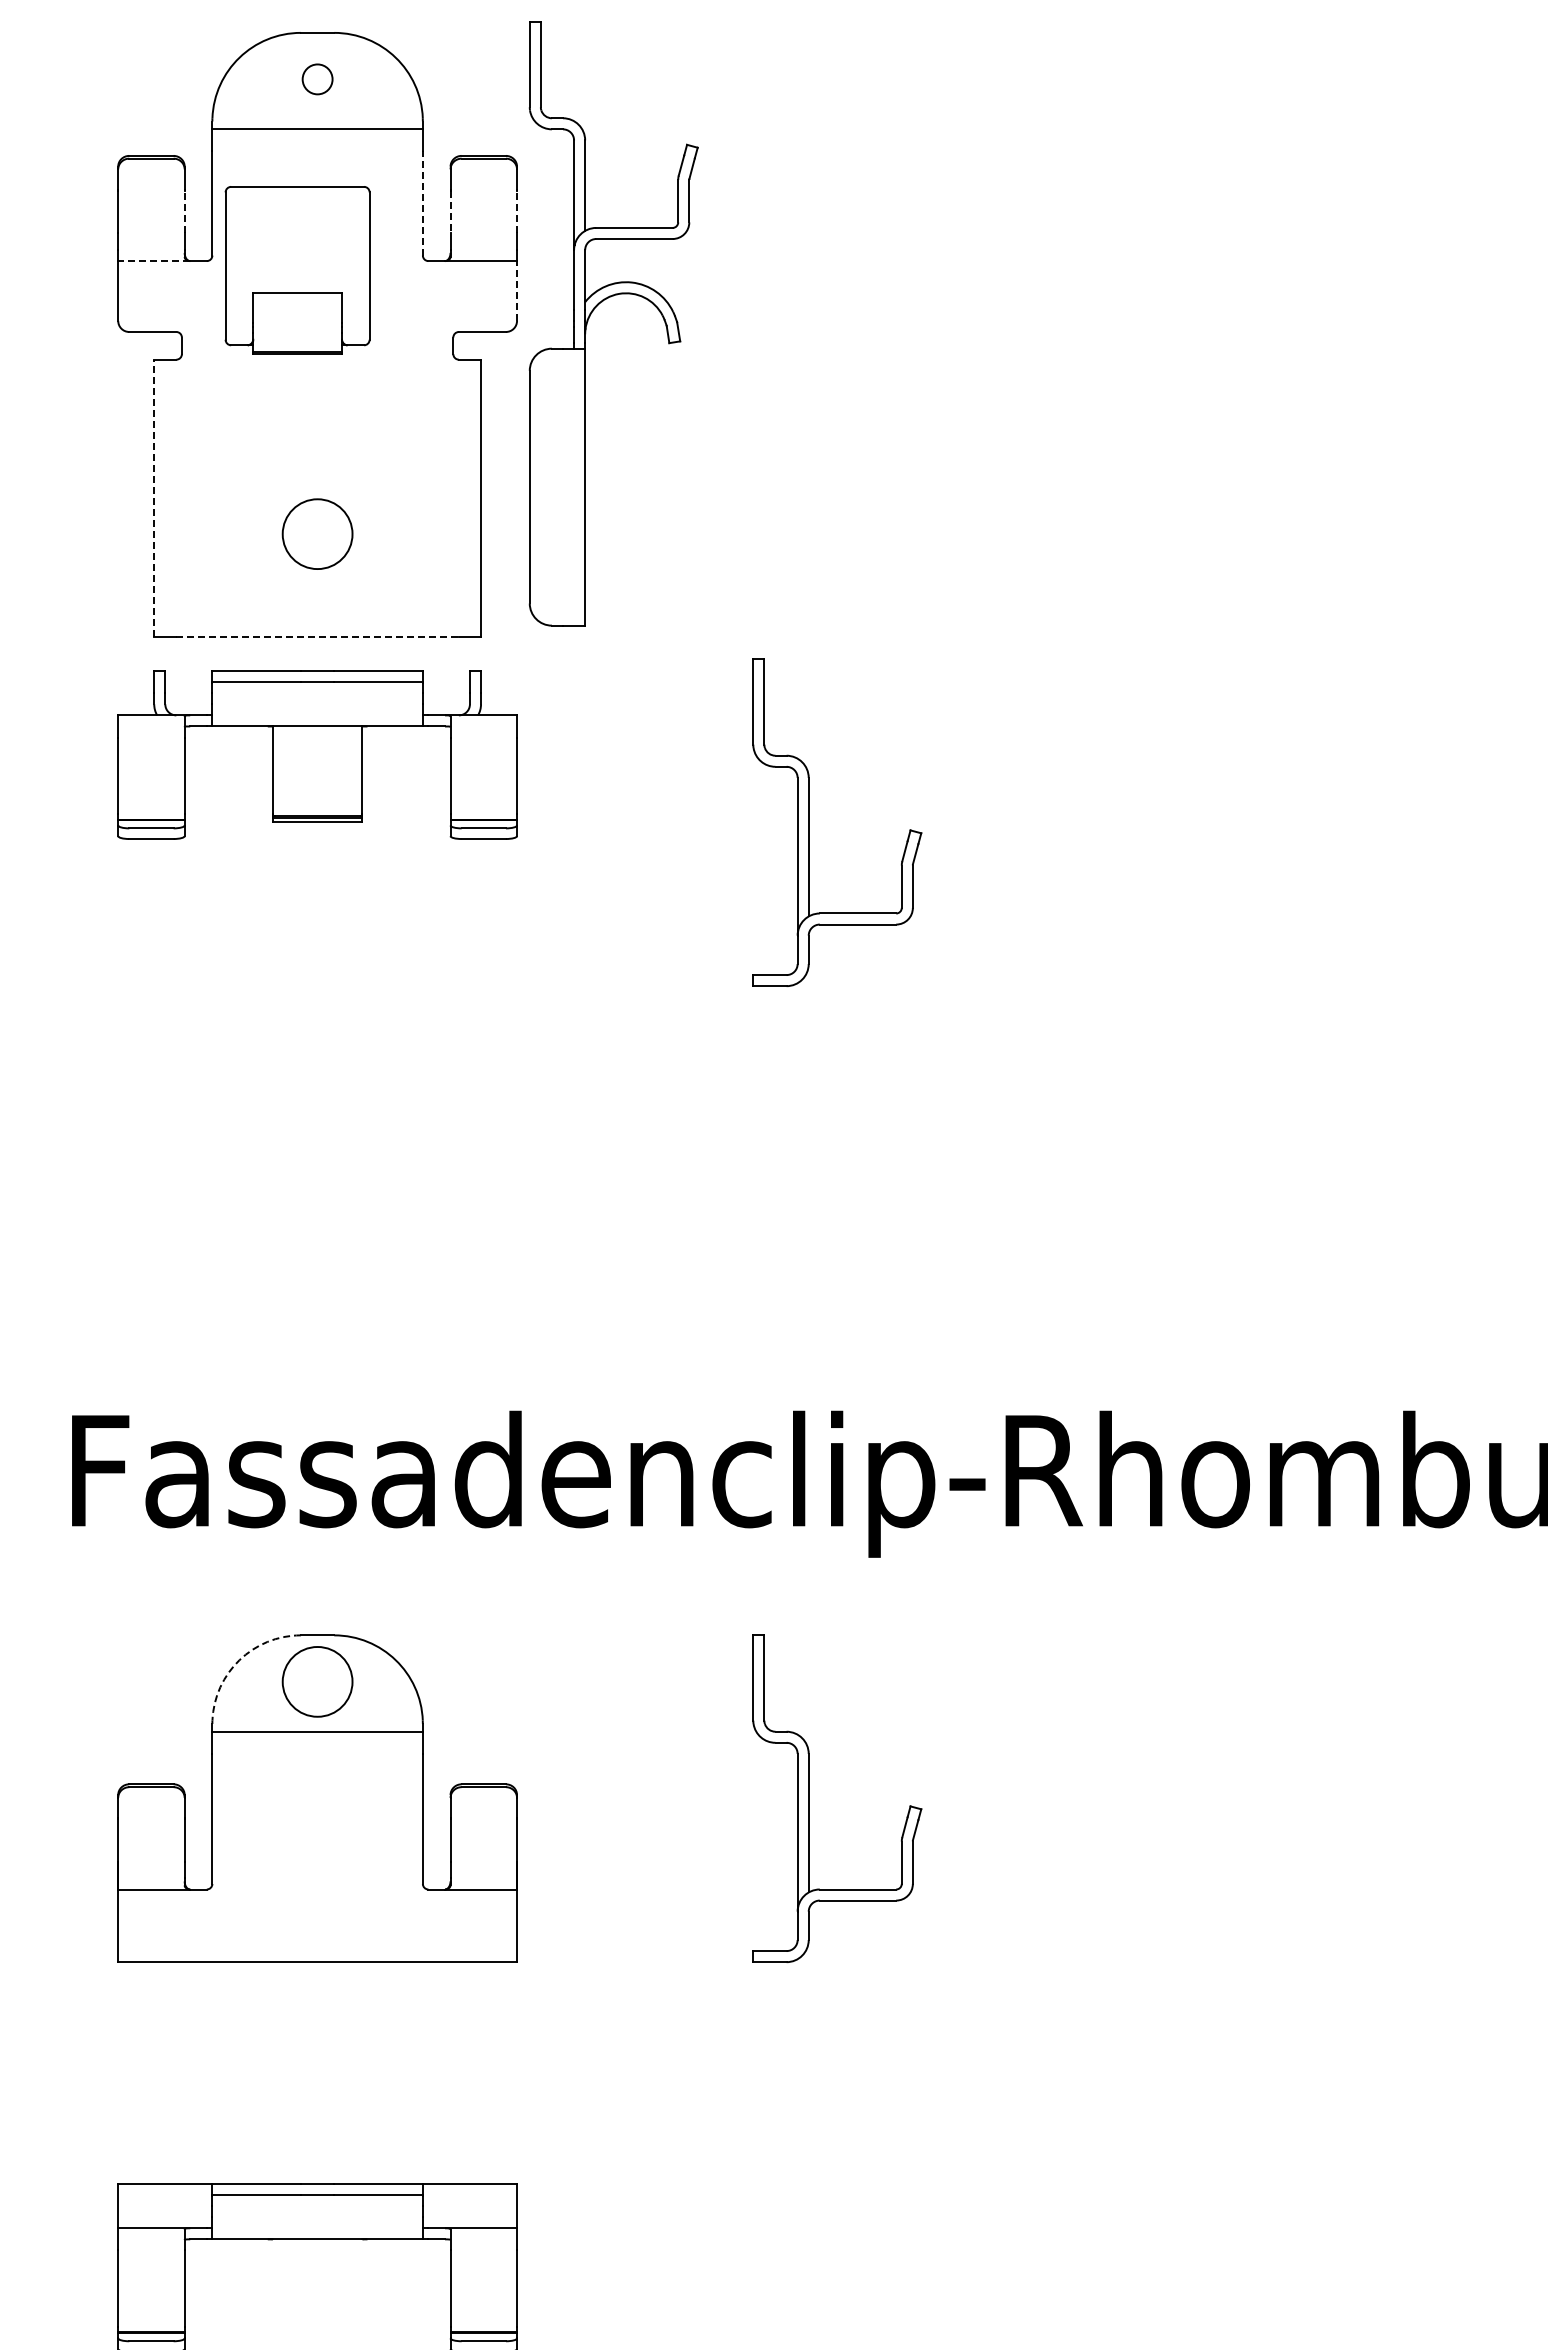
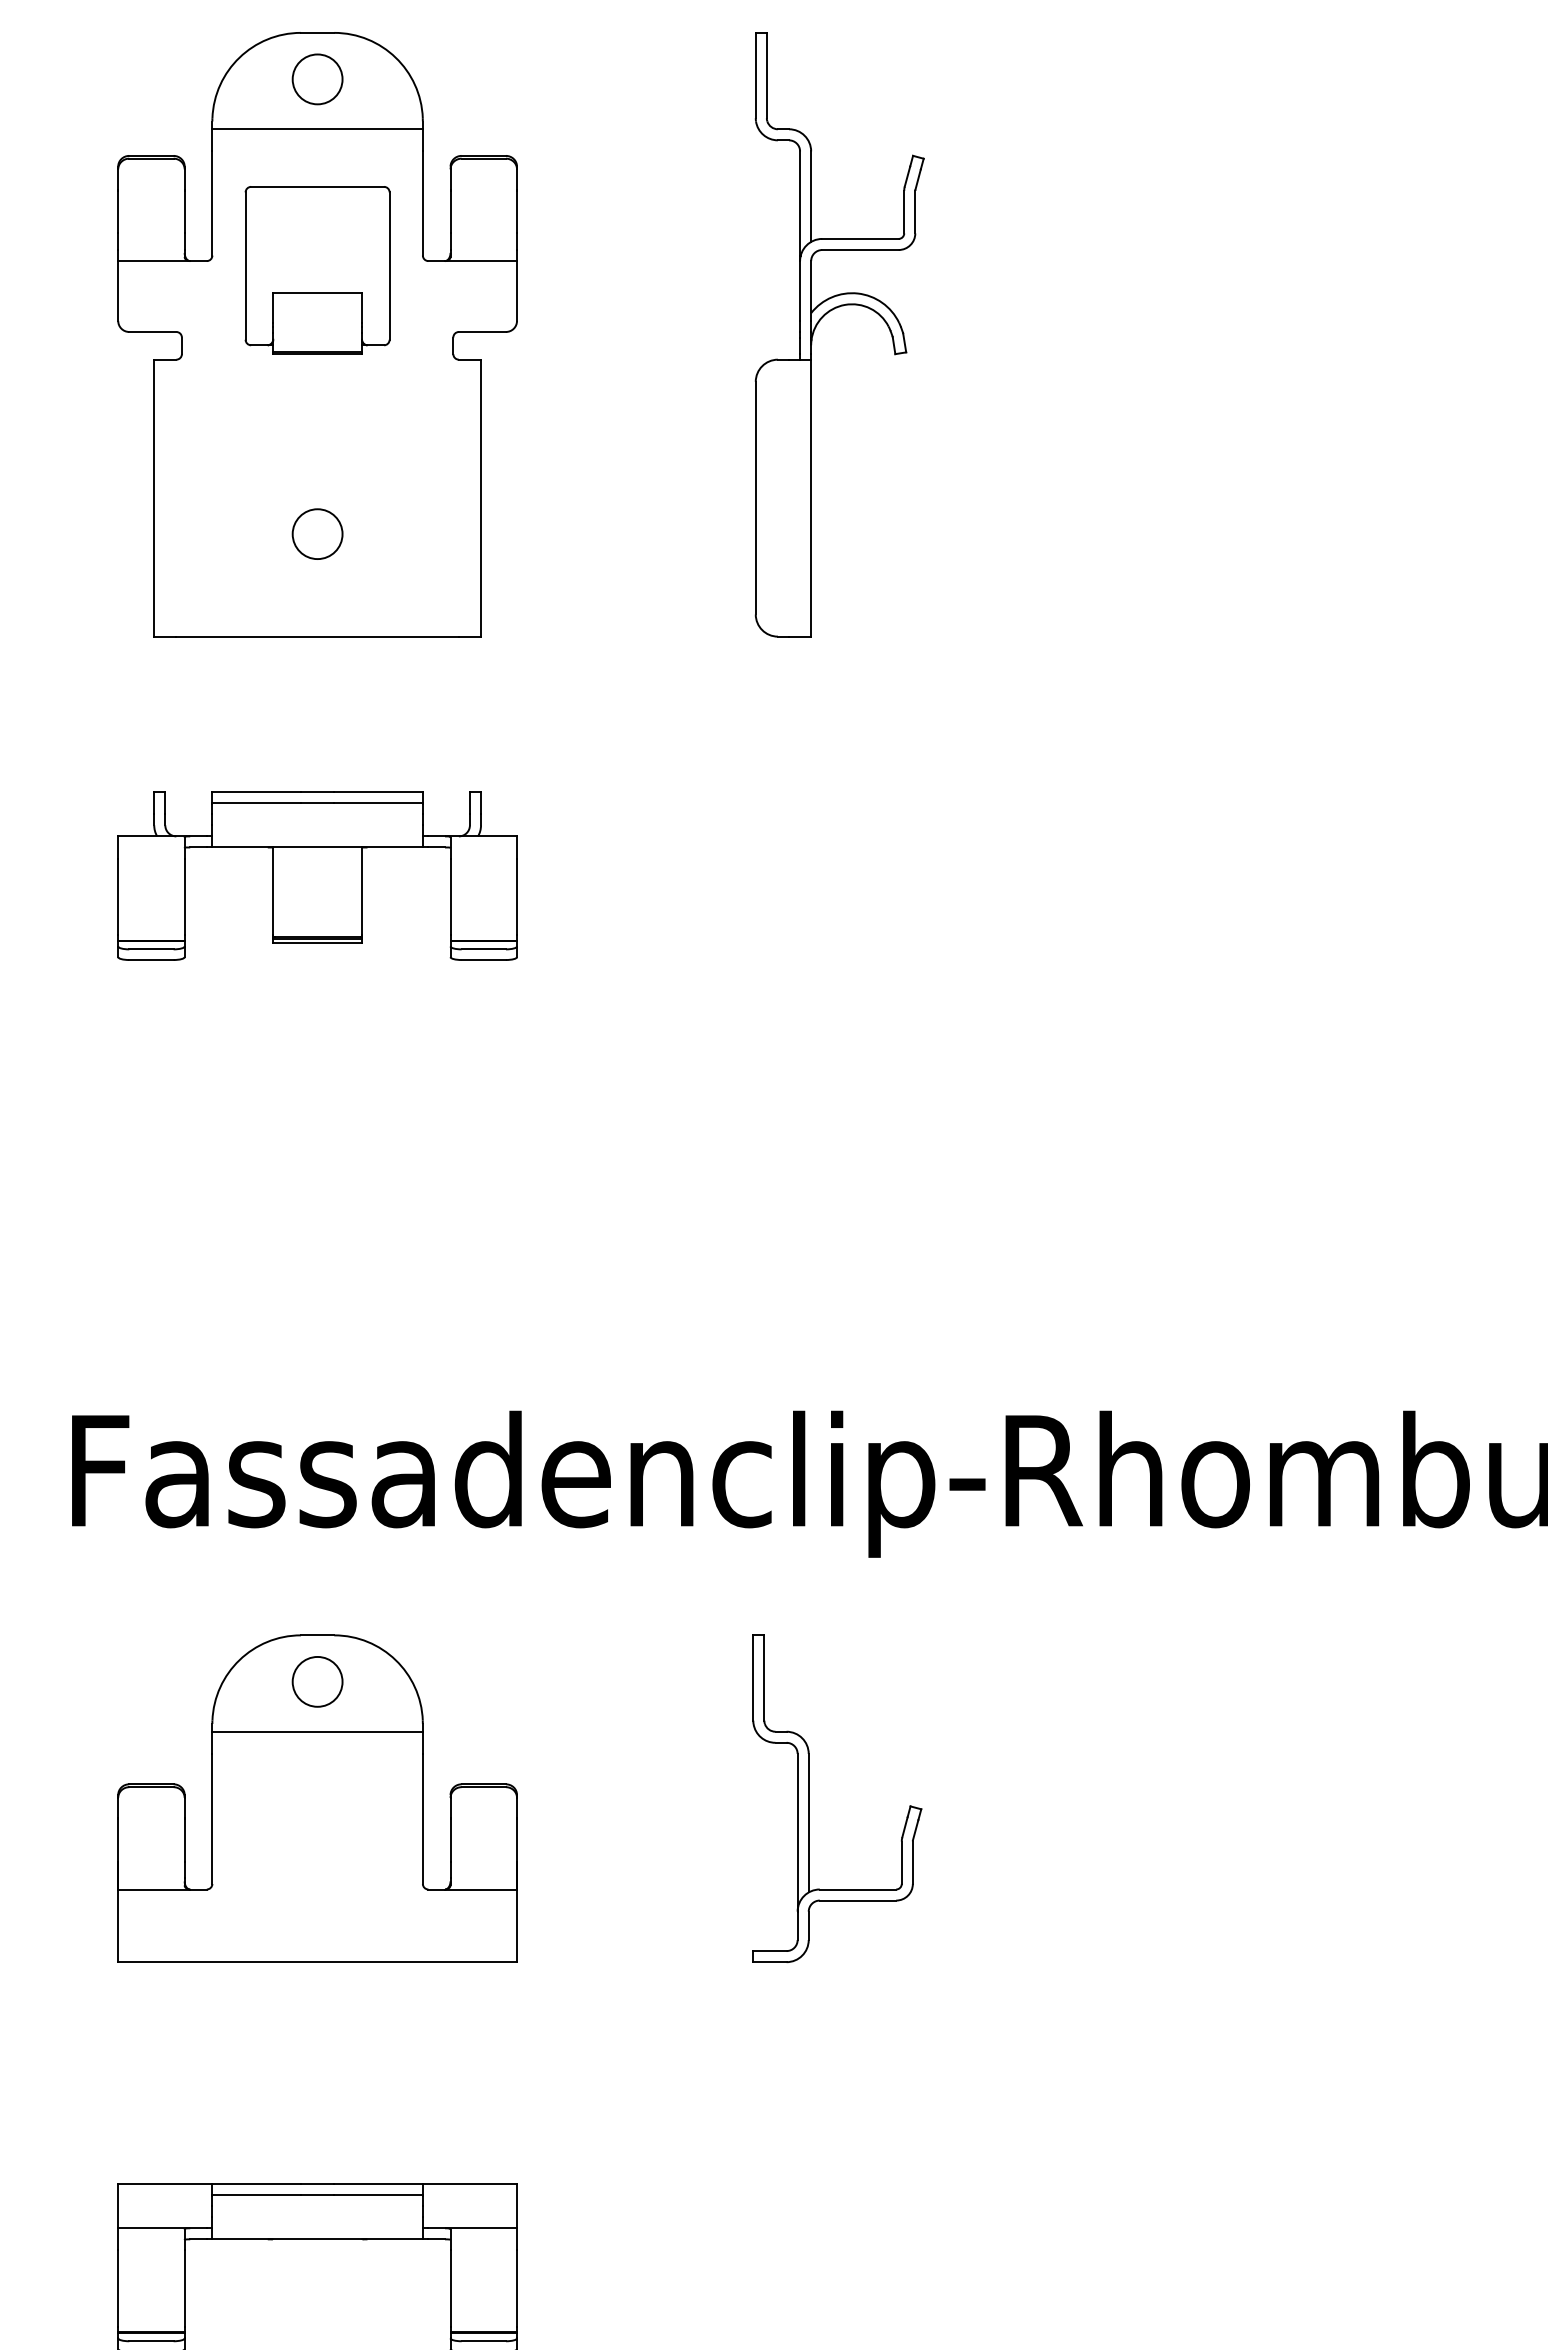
circle at (317, 79) diameter: 30 px -> 50 px
line at (422, 203): dashed -> solid
line at (184, 211): dashed -> solid
line at (517, 211): dashed -> solid
line at (450, 212): dashed -> solid
line at (153, 261): dashed -> solid
part at (297, 270) position: (297, 270) -> (317, 270)
line at (517, 291): dashed -> solid
part at (593, 311) position: (593, 311) -> (819, 322)
line at (154, 497): dashed -> solid
circle at (317, 534) diameter: 70 px -> 50 px
line at (318, 636): dashed -> solid
part at (317, 754) position: (317, 754) -> (317, 875)
part at (809, 822): present -> none
arc at (239, 1660): dashed -> solid
circle at (317, 1681) diameter: 70 px -> 50 px
